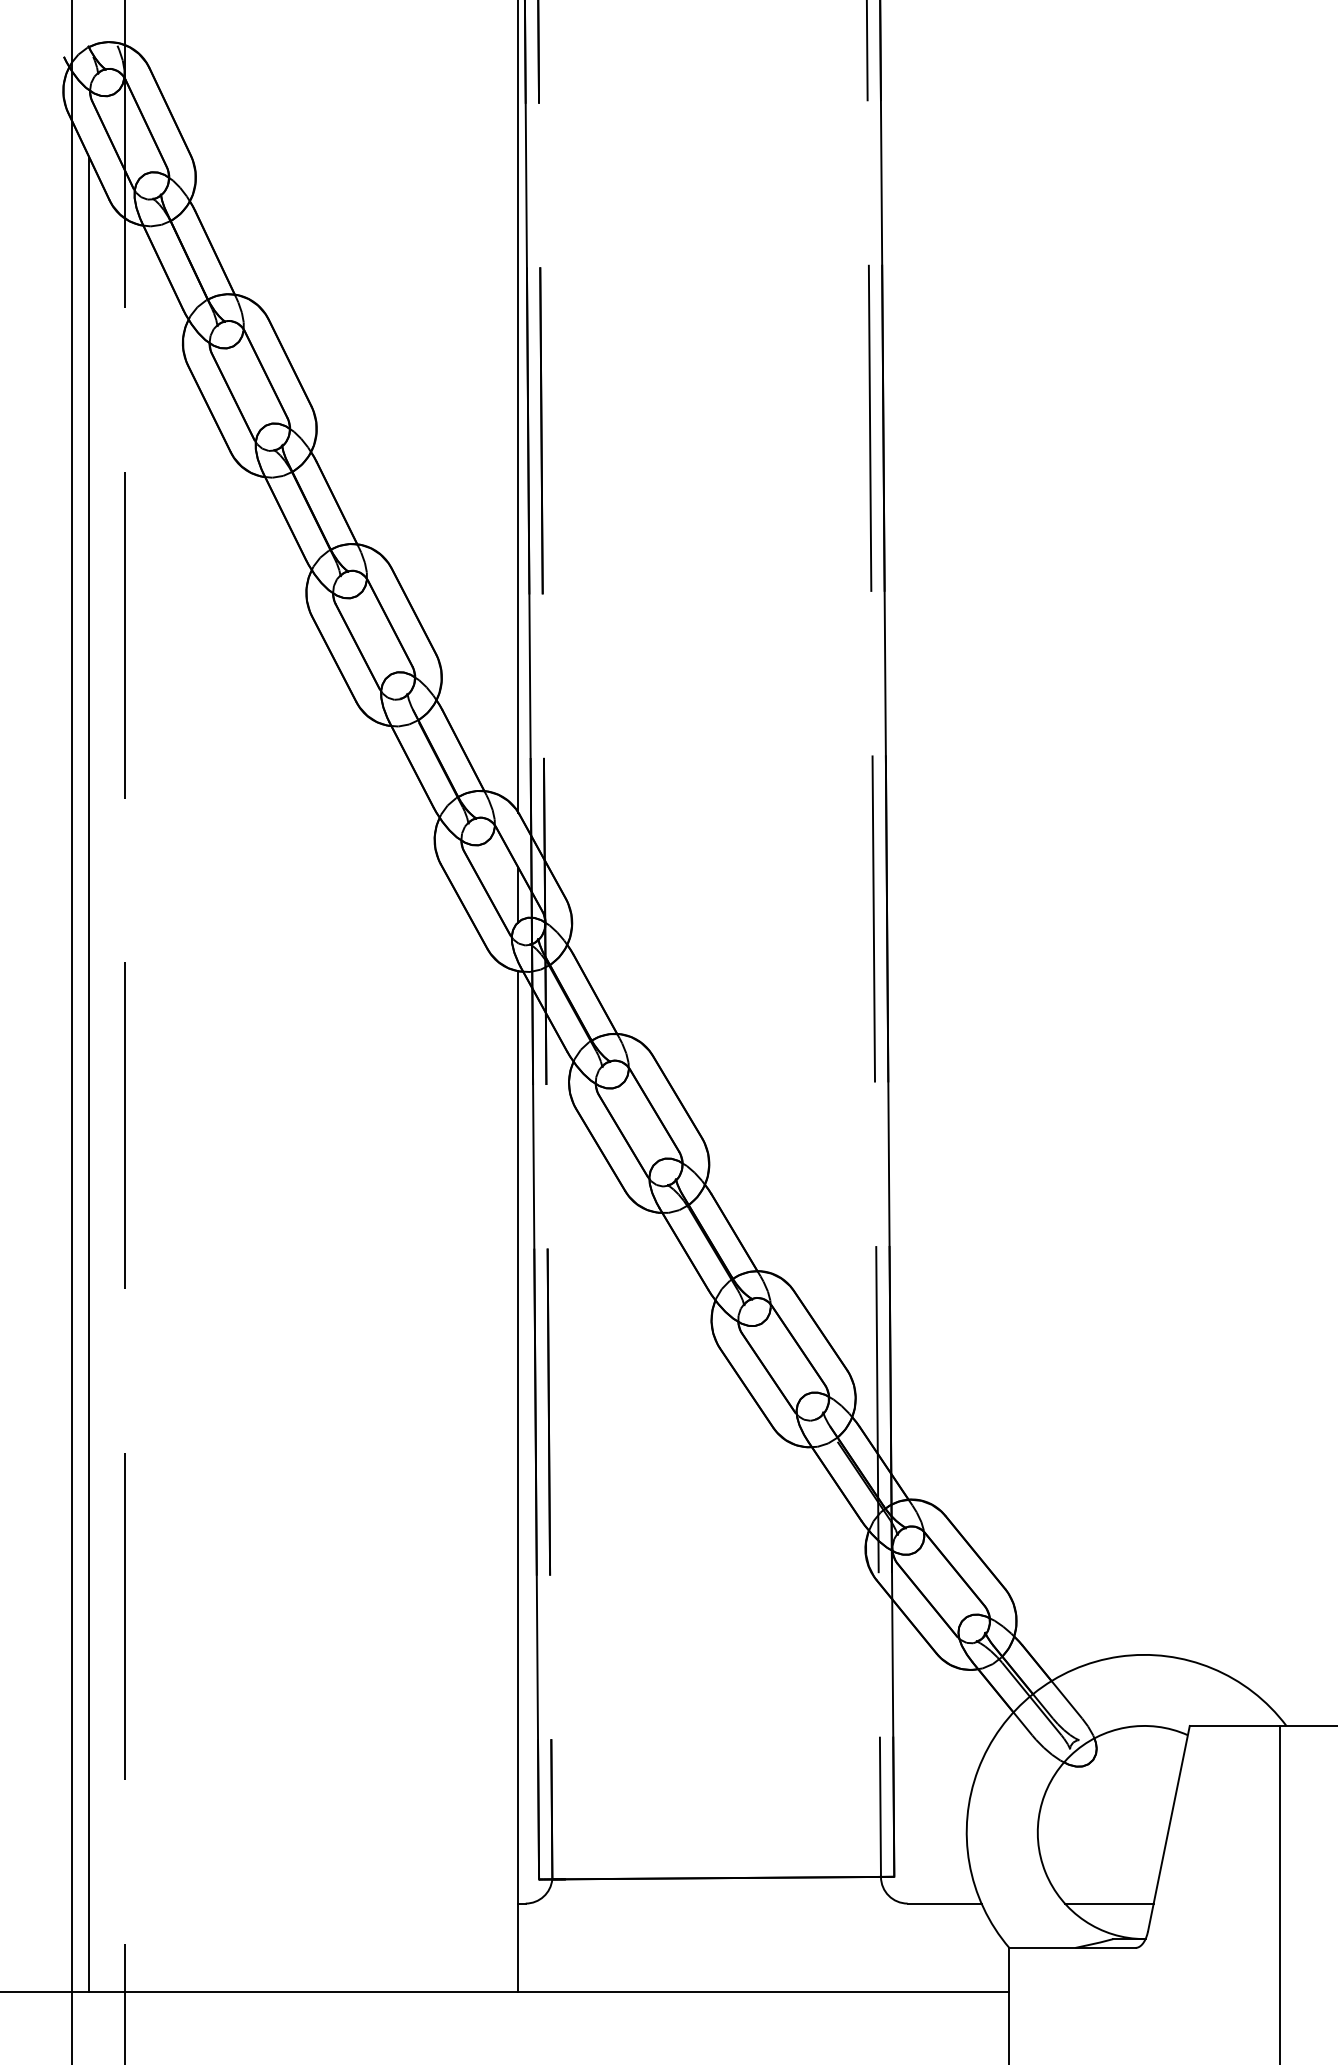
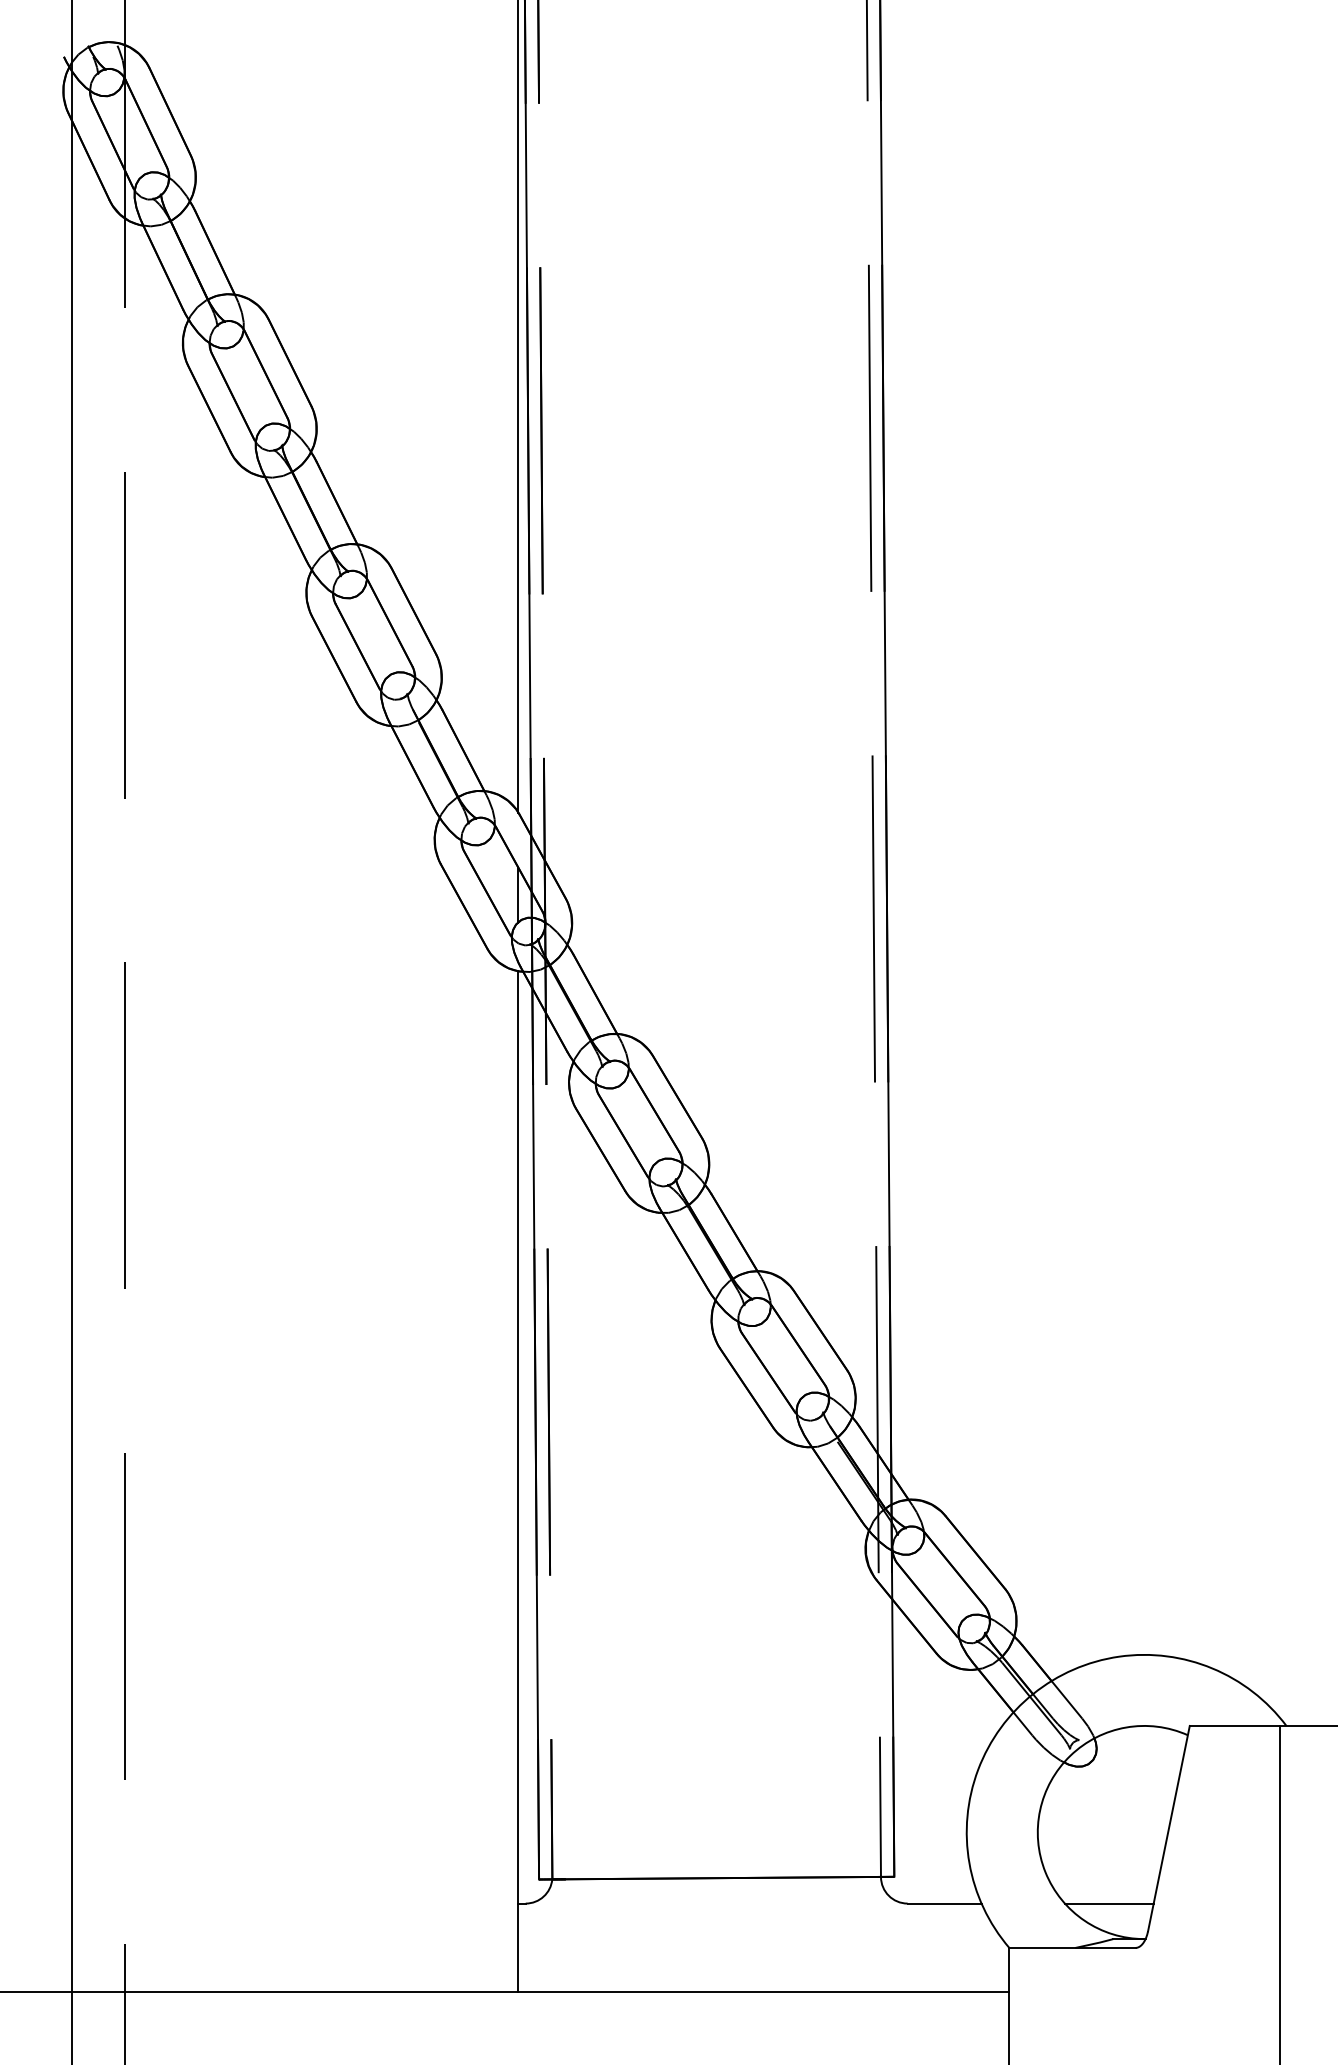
line at (89, 1074): present -> none
